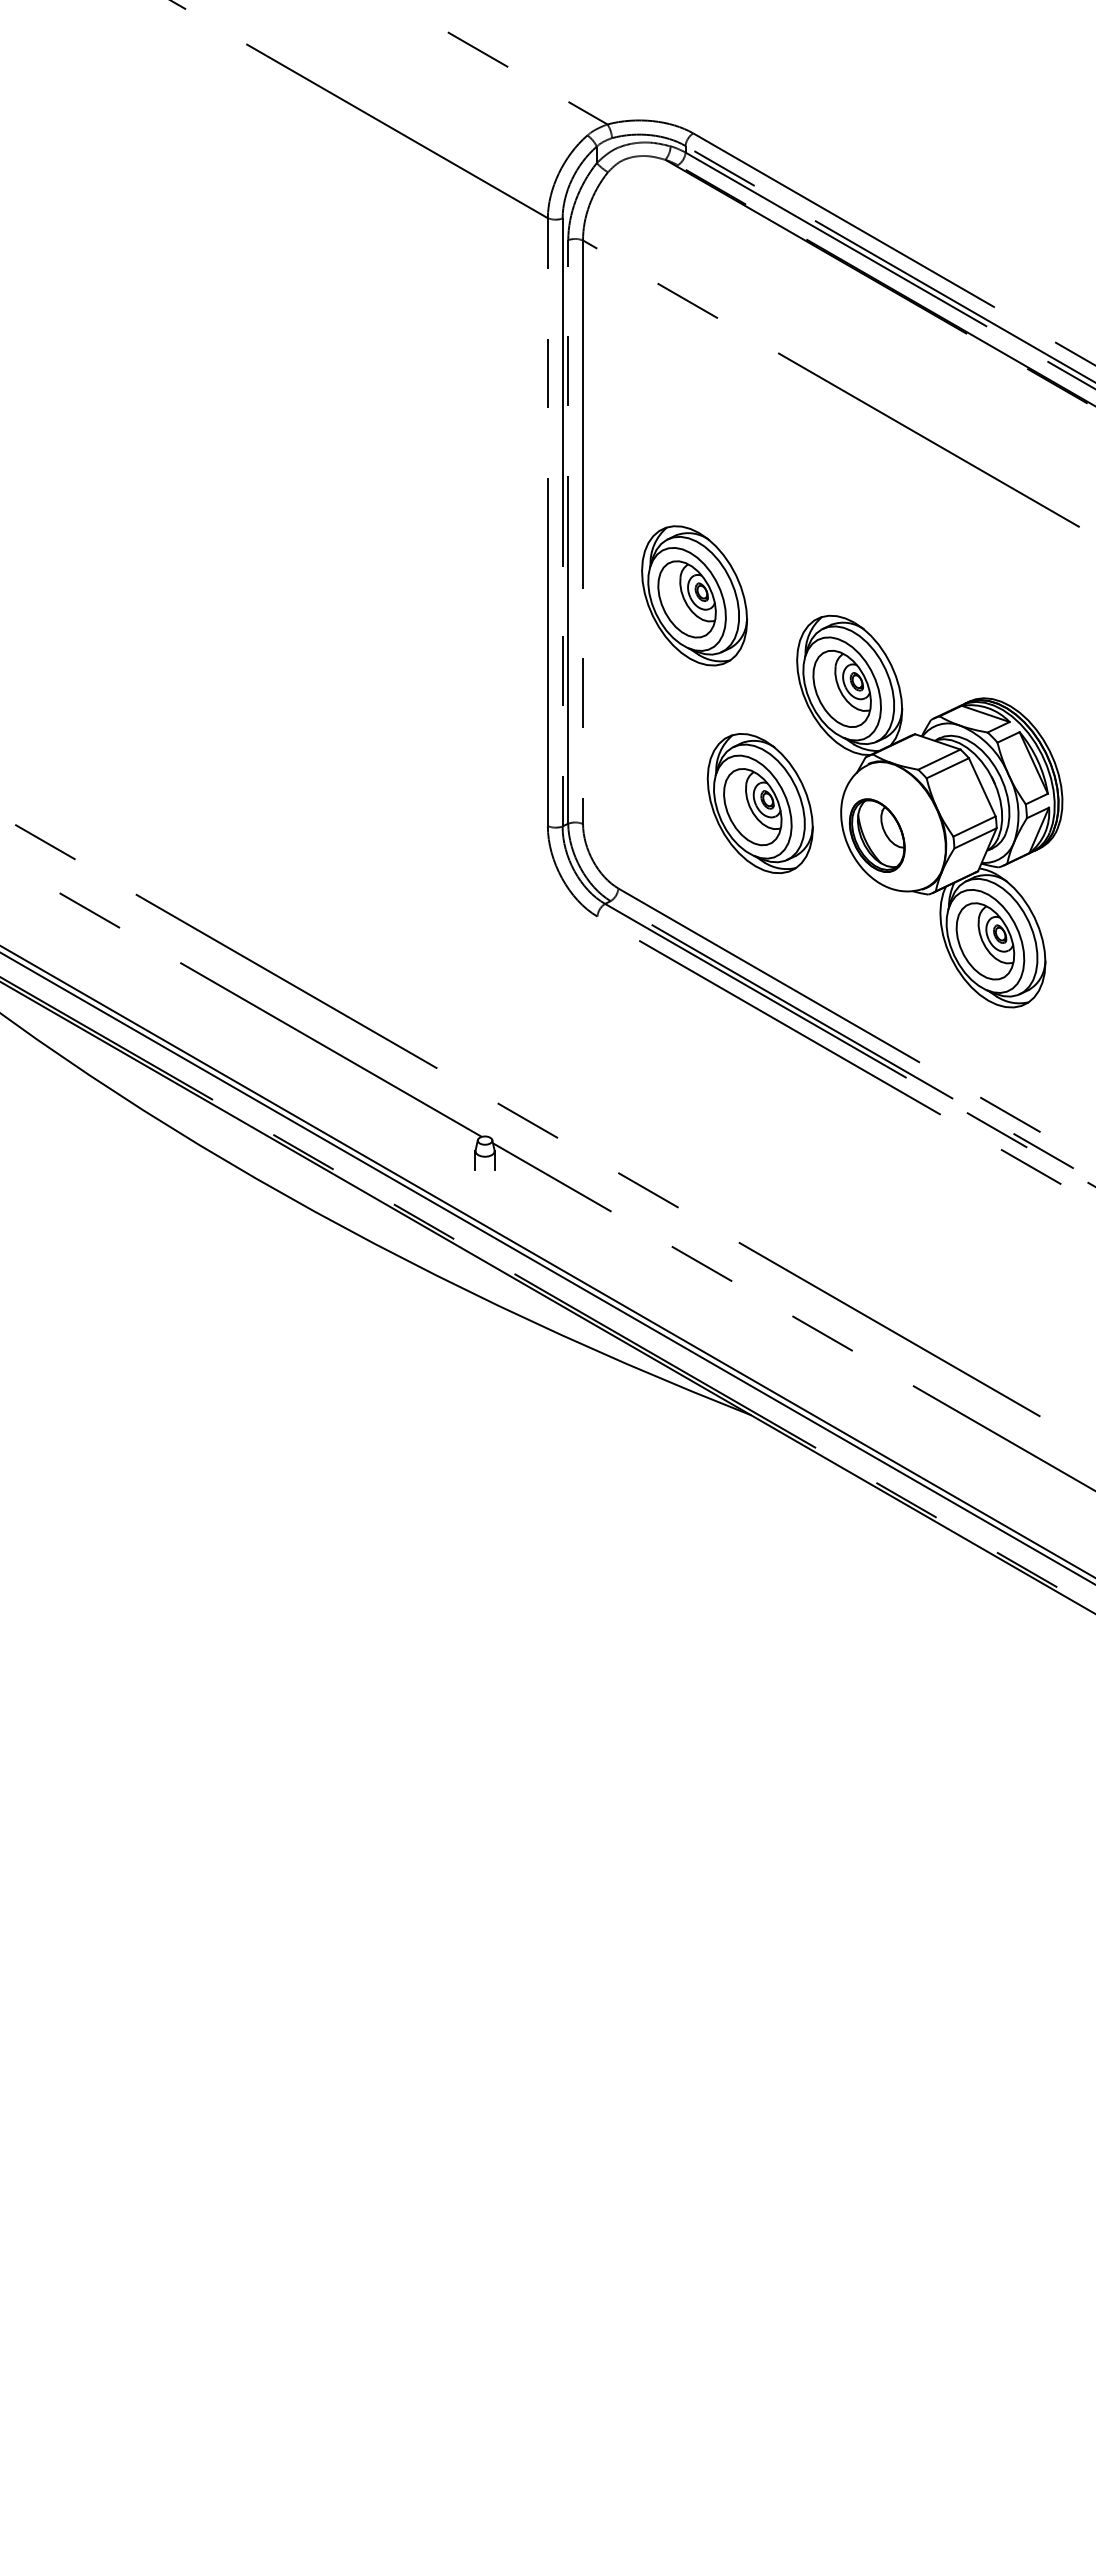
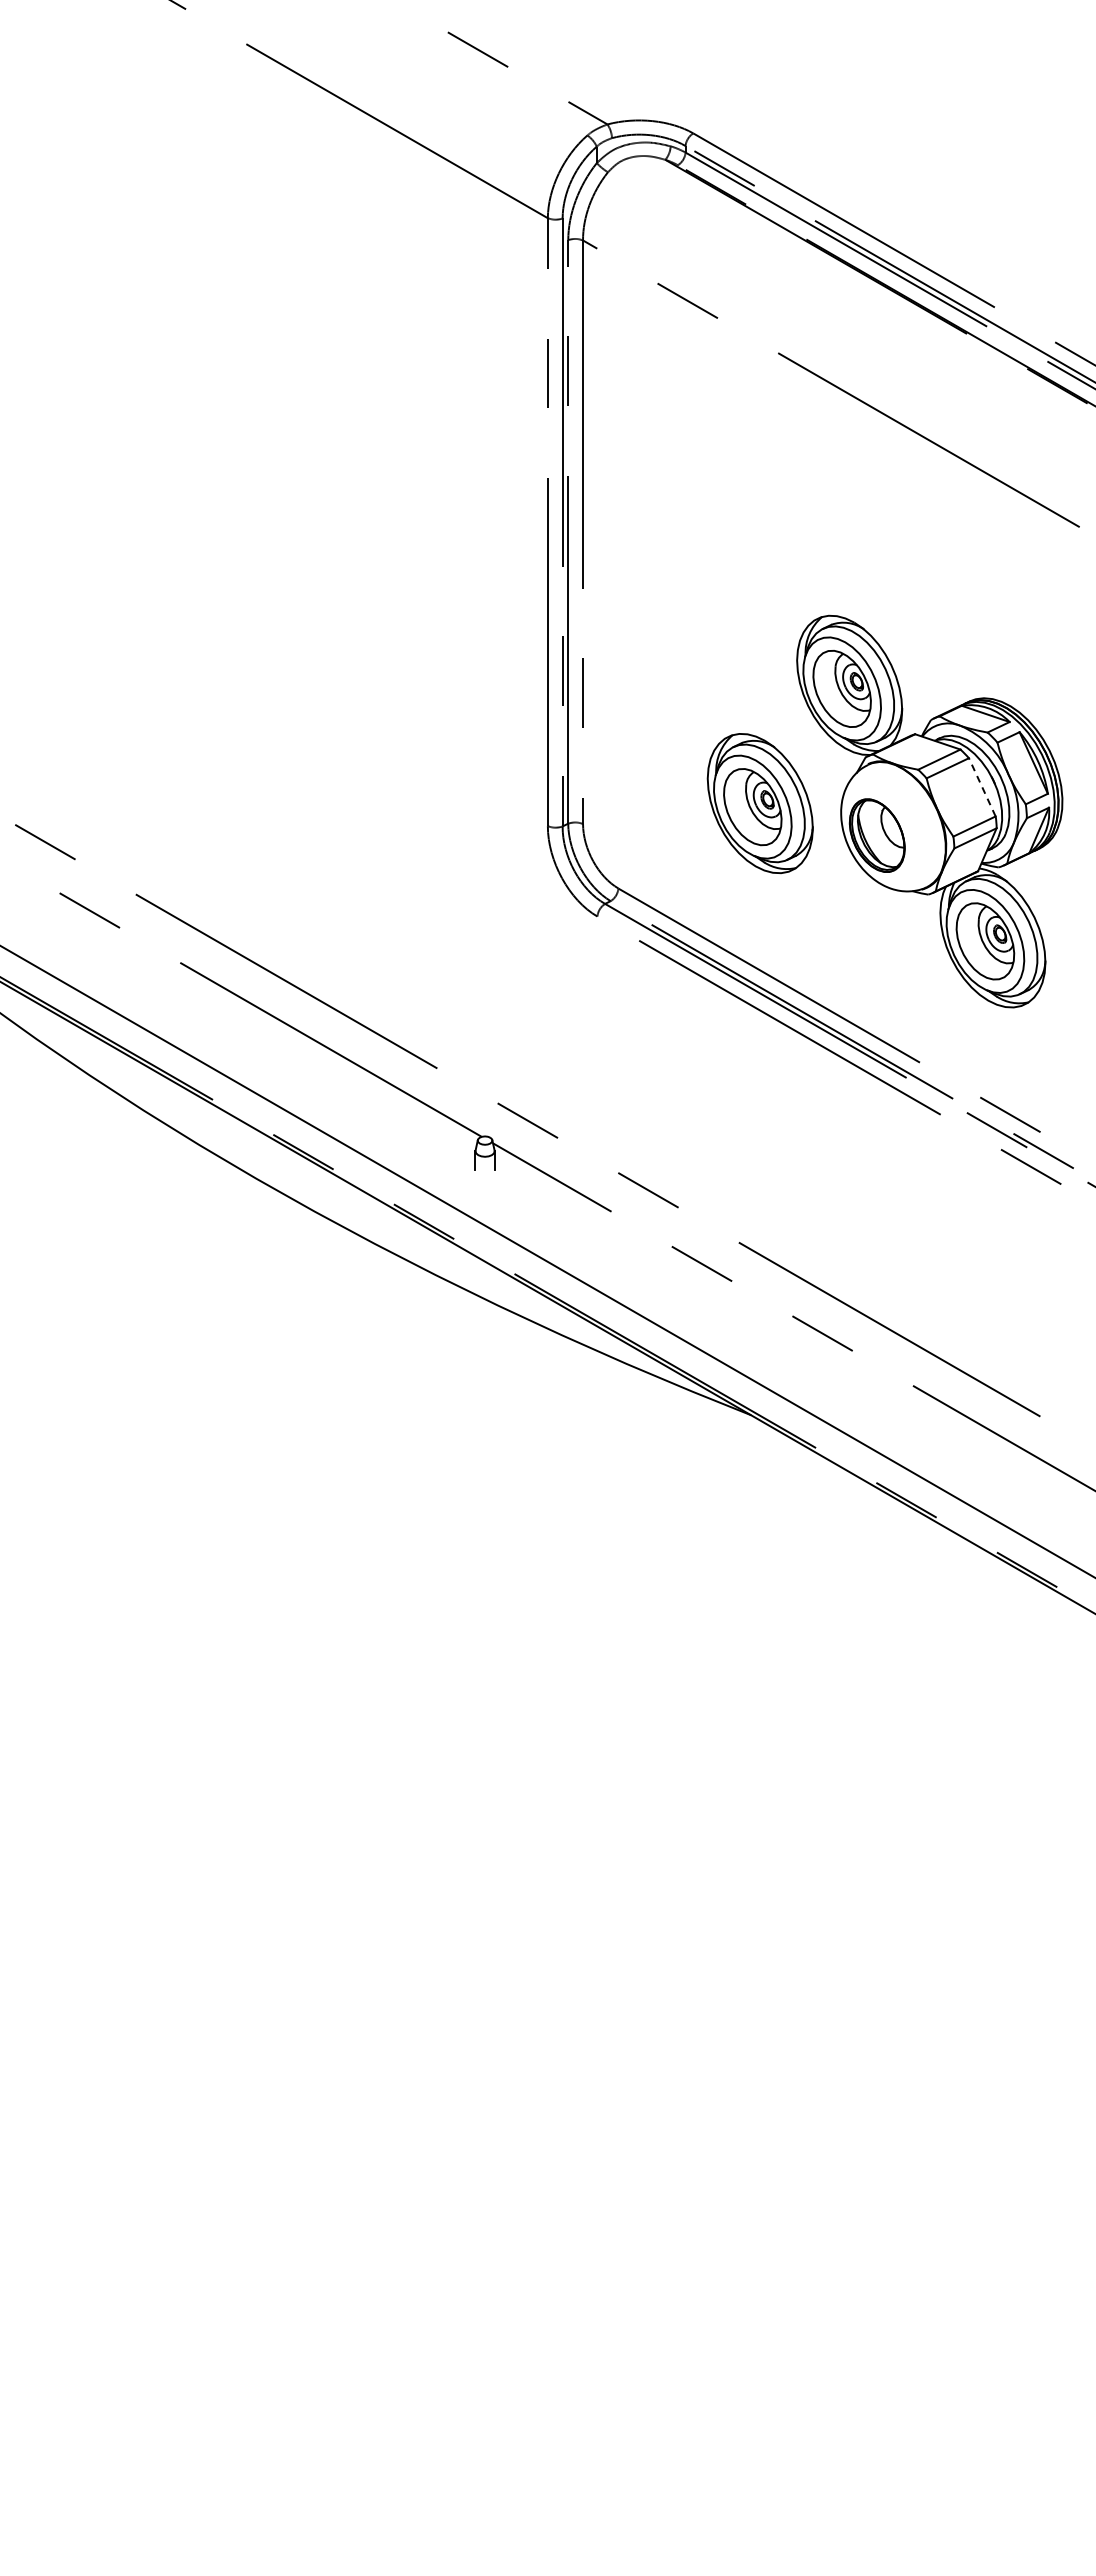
part at (694, 595): present -> none
line at (982, 786): solid -> dashed
line at (547, 1268): present -> none
